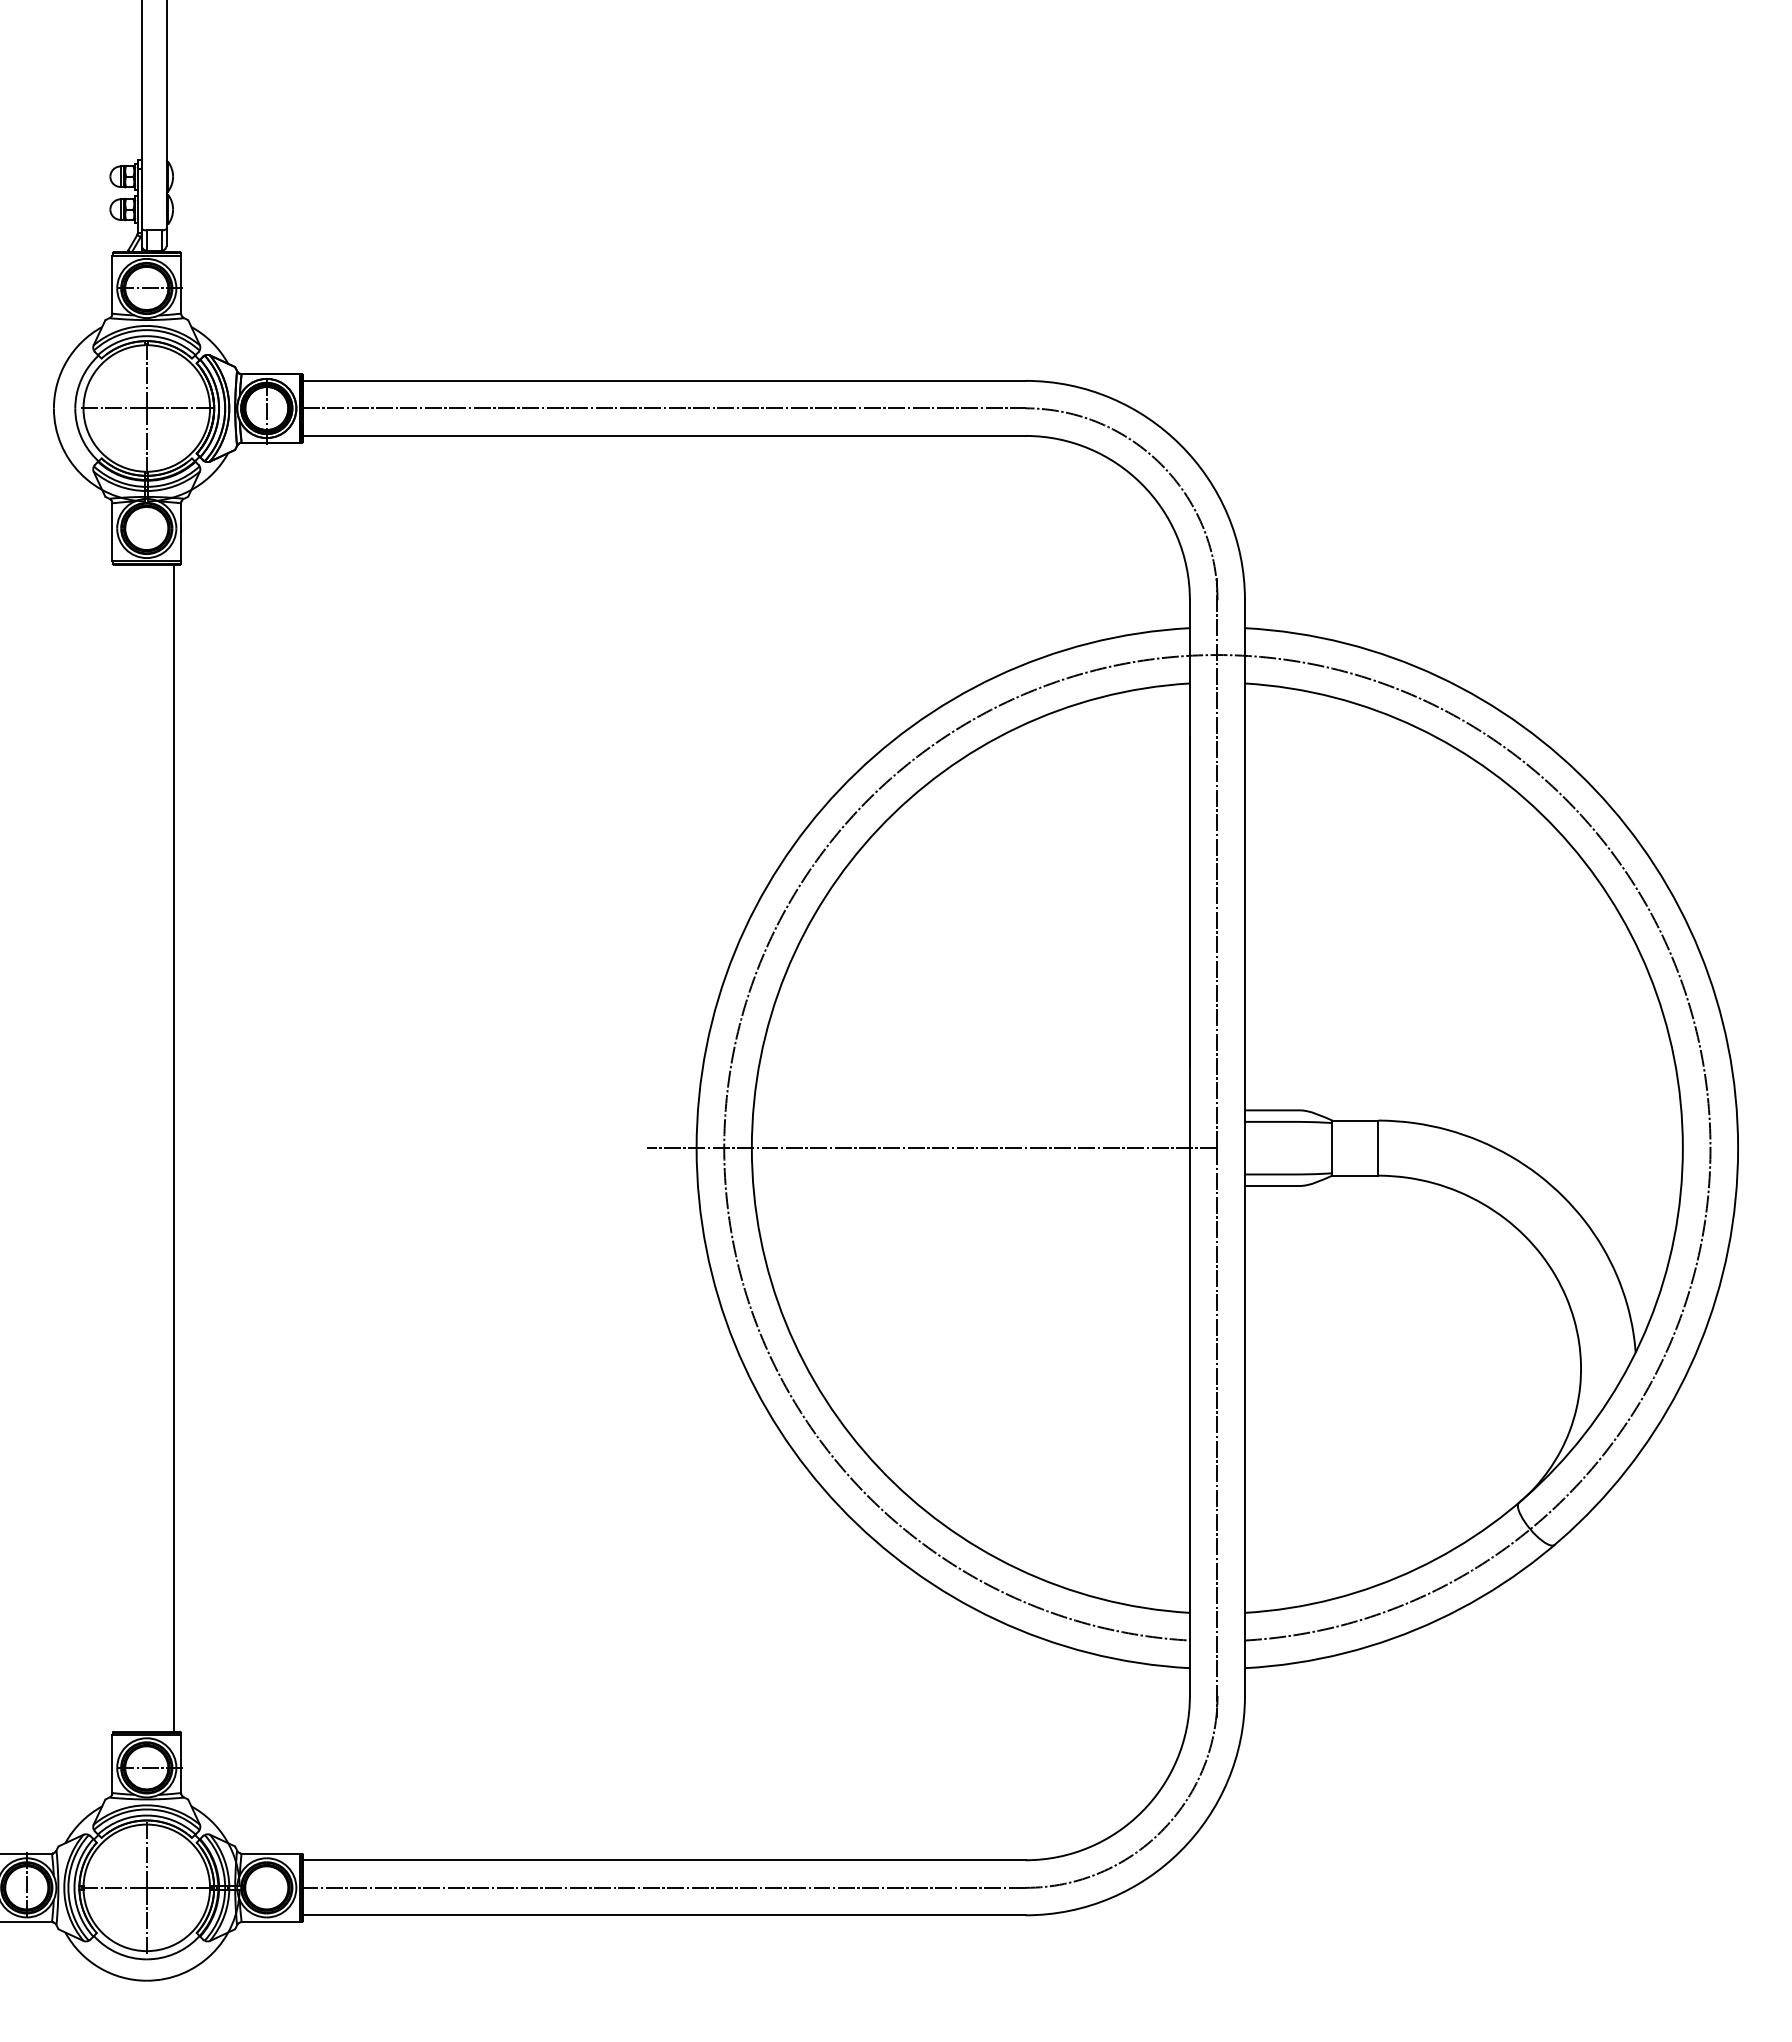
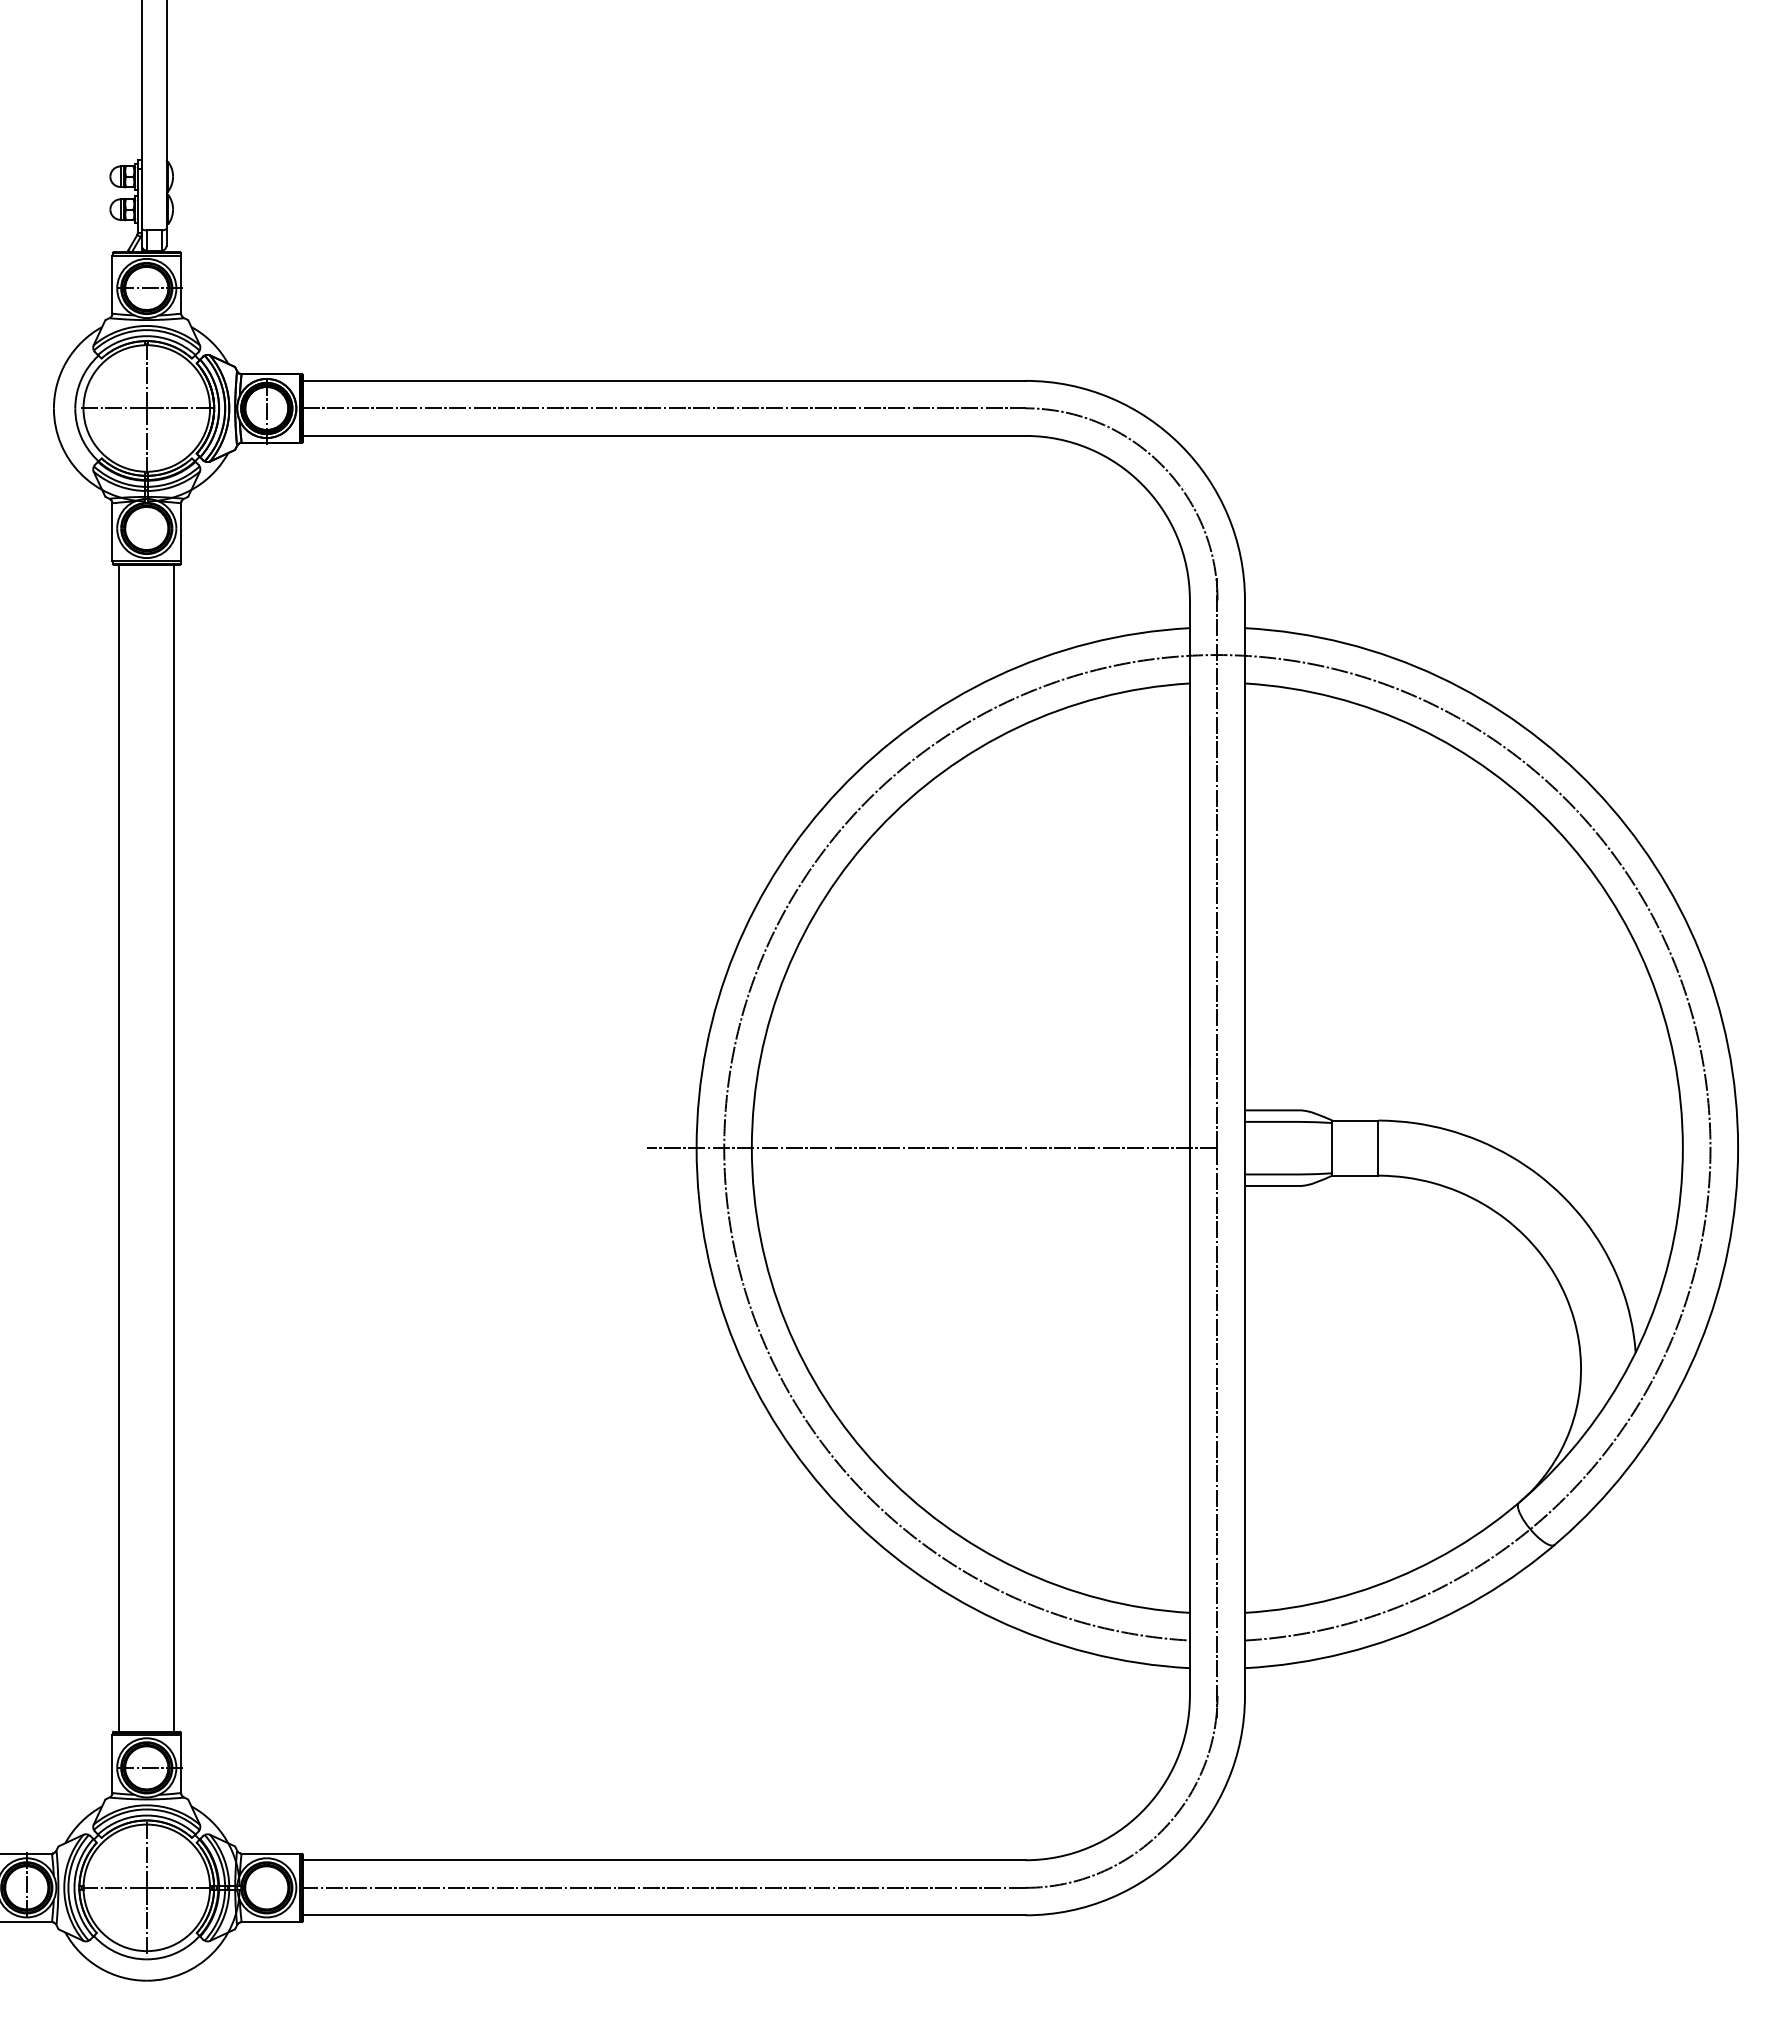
line at (119, 1147): none -> present
